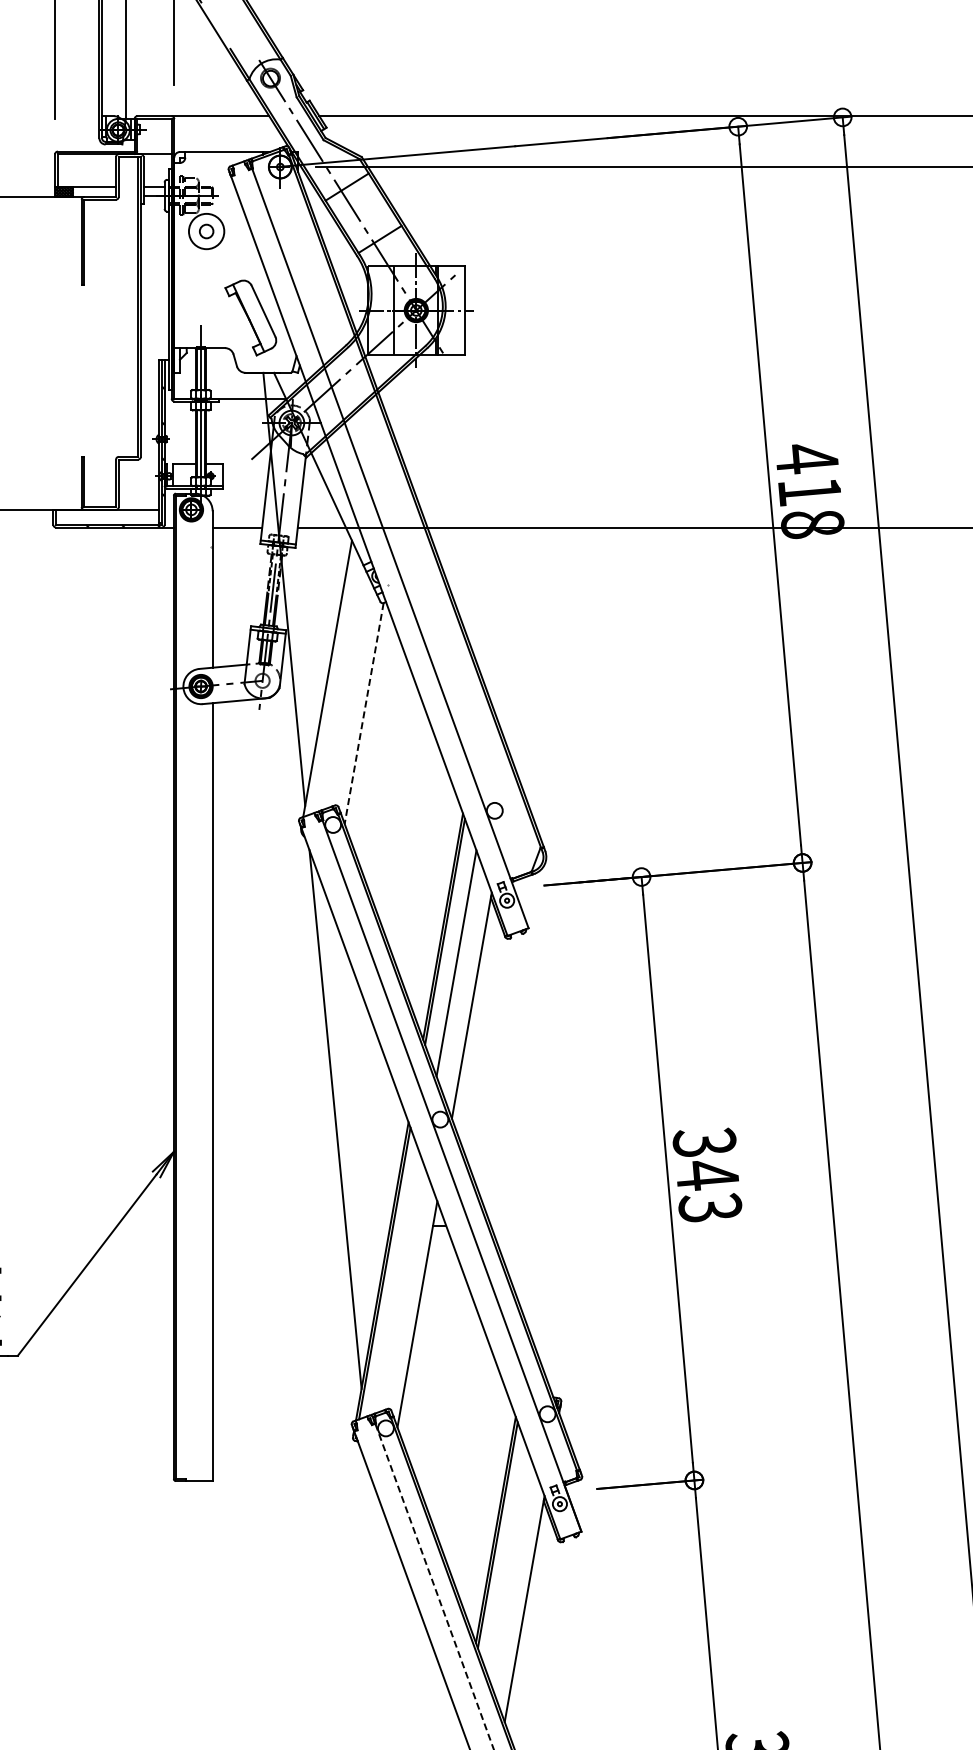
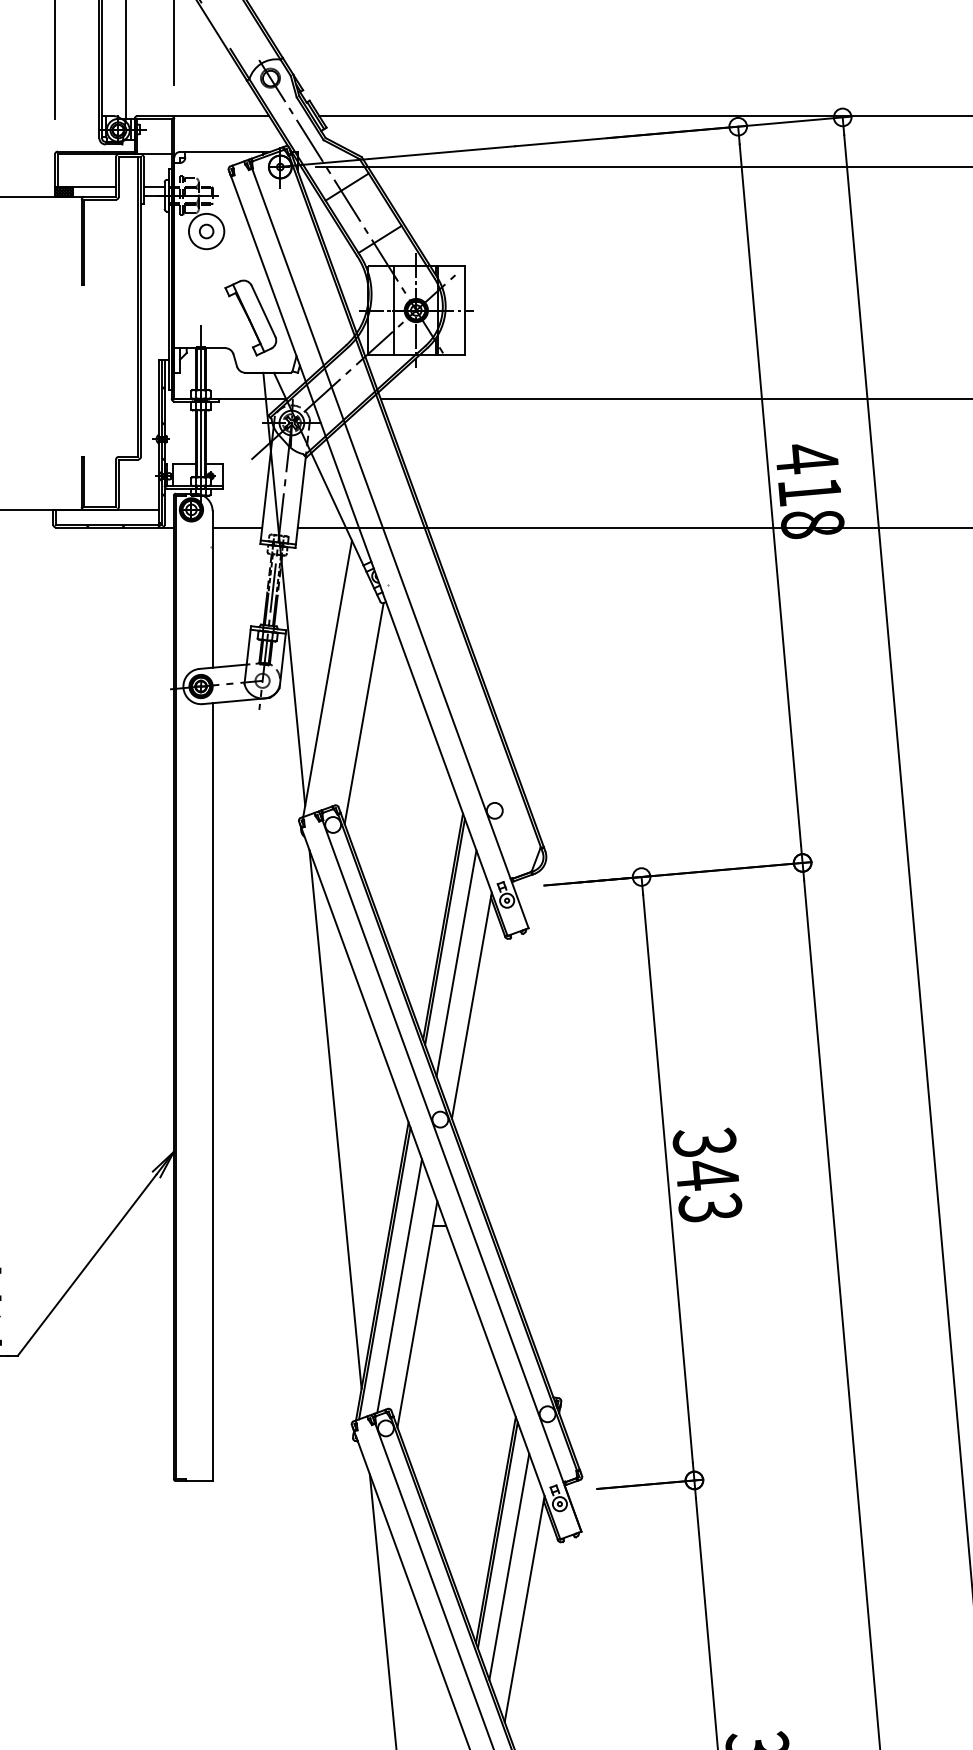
line at (674, 398): none -> present
line at (364, 714): dashed -> solid
line at (399, 1285): none -> present
line at (509, 1566): none -> present
line at (434, 1587): dashed -> solid
line at (382, 1610): none -> present
